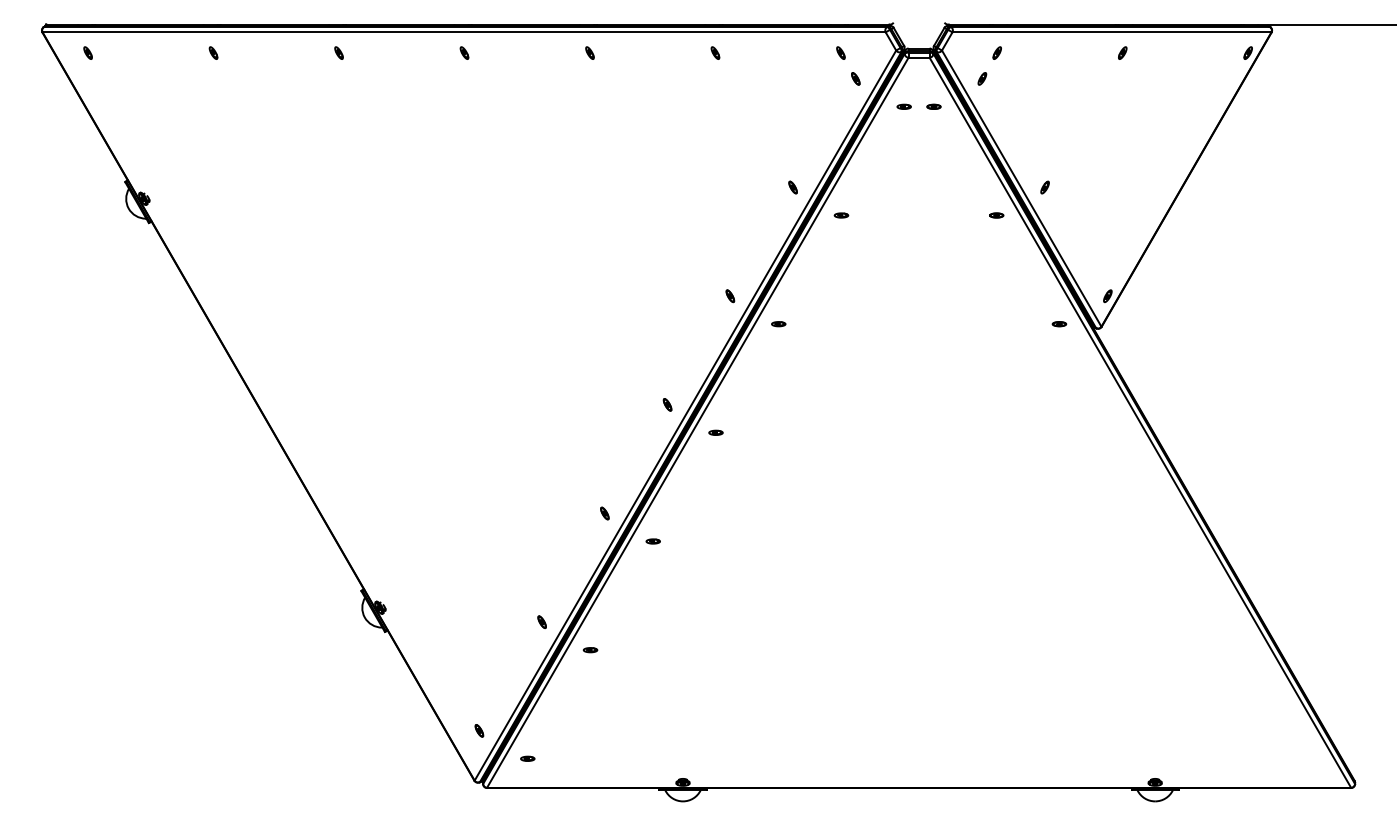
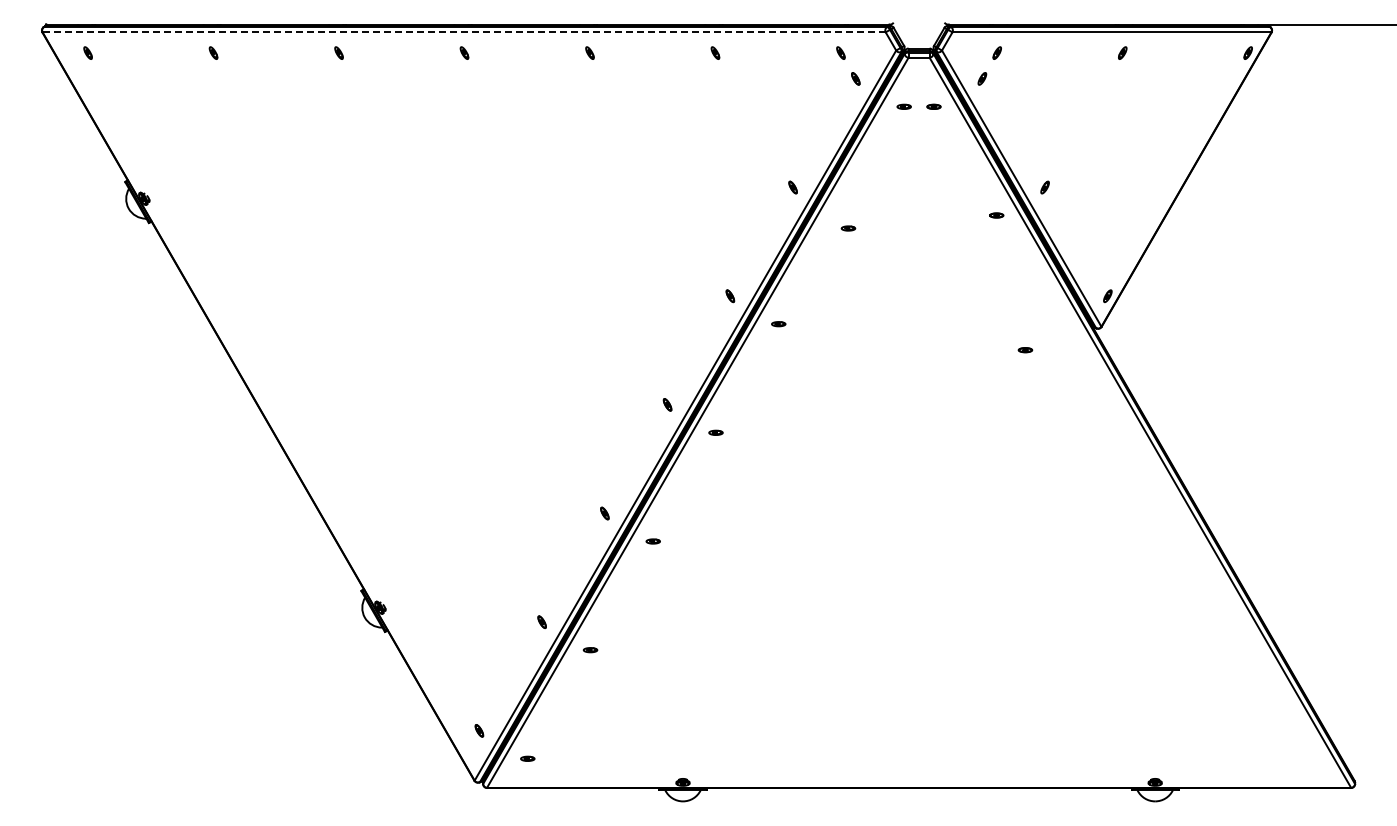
line at (464, 32): solid -> dashed
part at (841, 215) position: (841, 215) -> (848, 228)
part at (1059, 324) position: (1059, 324) -> (1025, 350)
